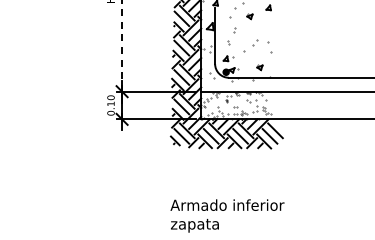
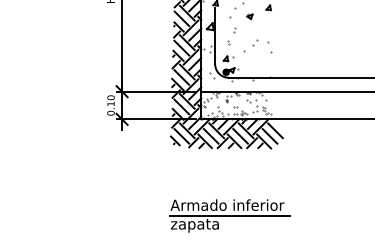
line at (122, 45): dashed -> solid
part at (259, 67): present -> none
line at (230, 216): none -> present
